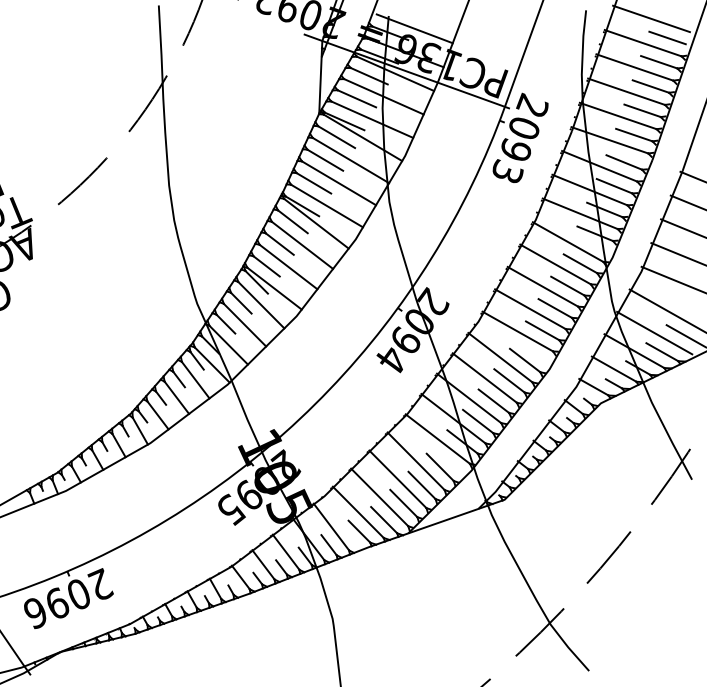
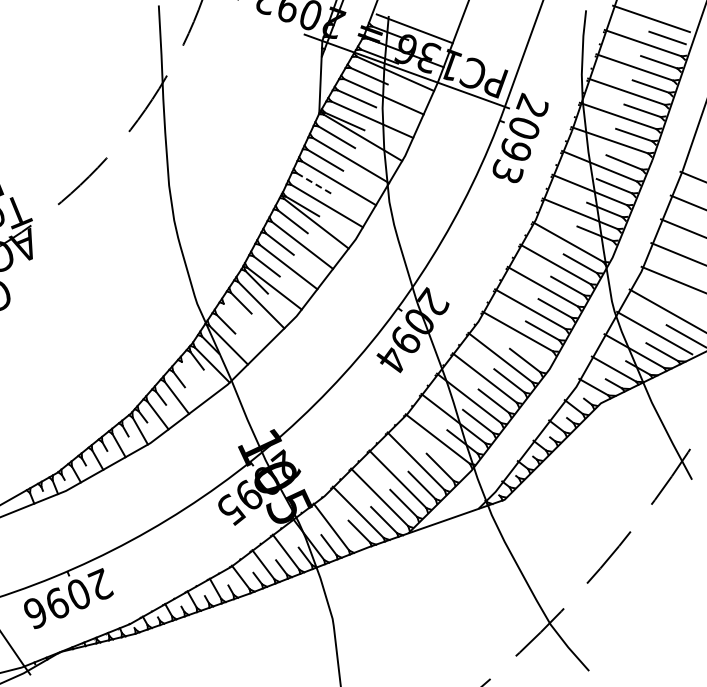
line at (313, 183): solid -> dashed
line at (244, 324): present -> none
line at (195, 379): present -> none
